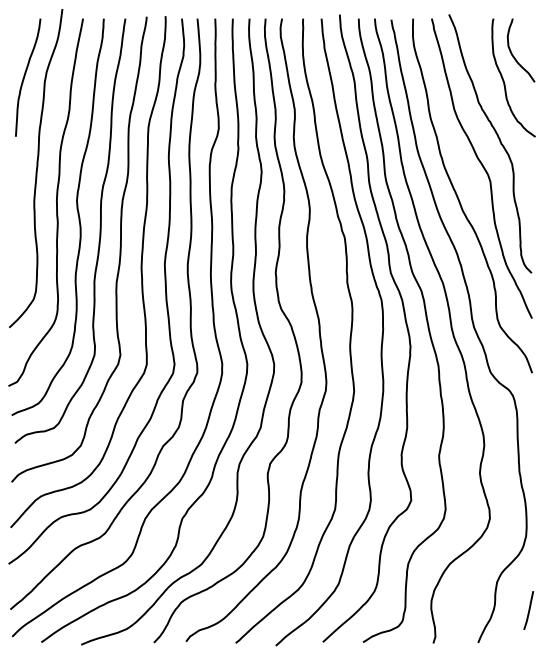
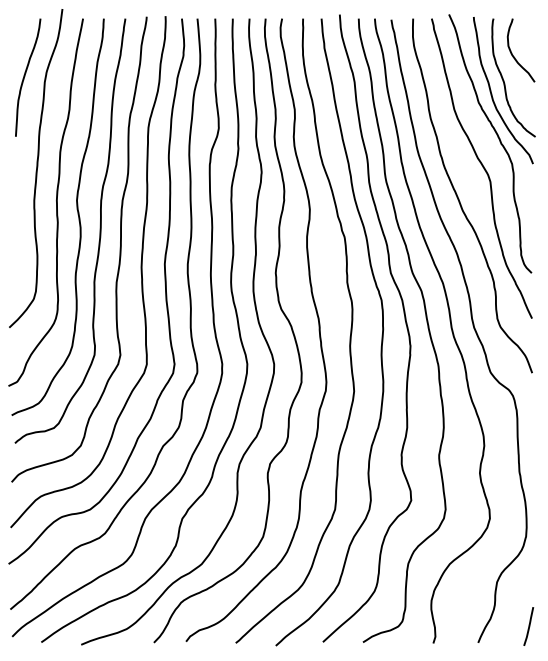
curve at (492, 93): none -> present
line at (528, 610) position: (528, 610) -> (528, 626)
